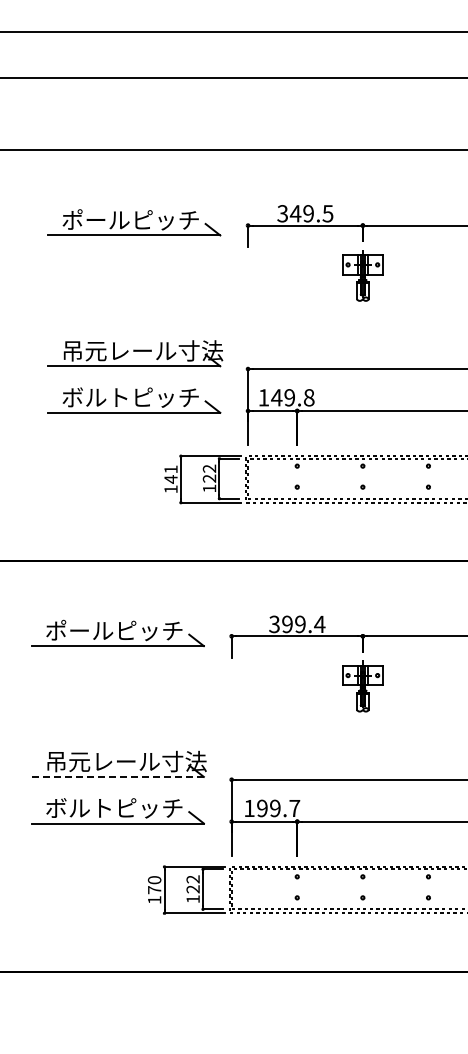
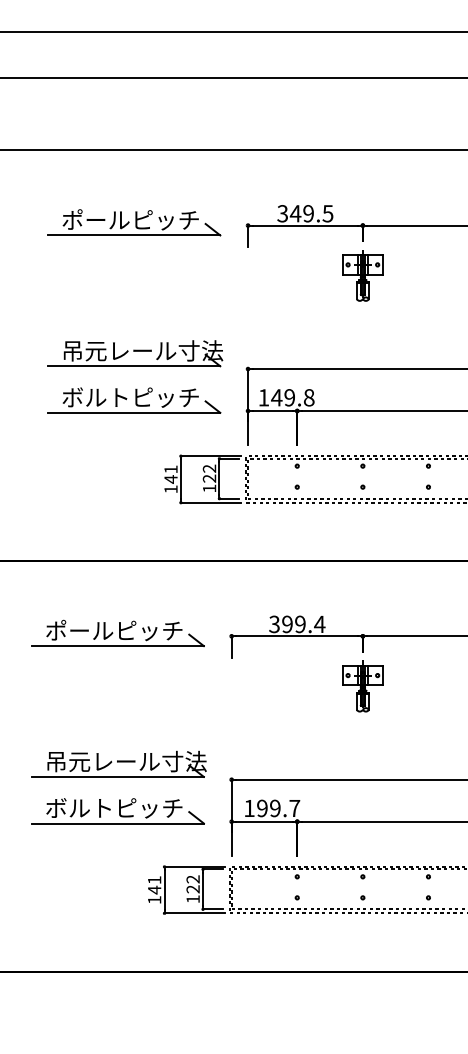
line at (117, 776): dashed -> solid
text at (154, 885): 170 -> 141
